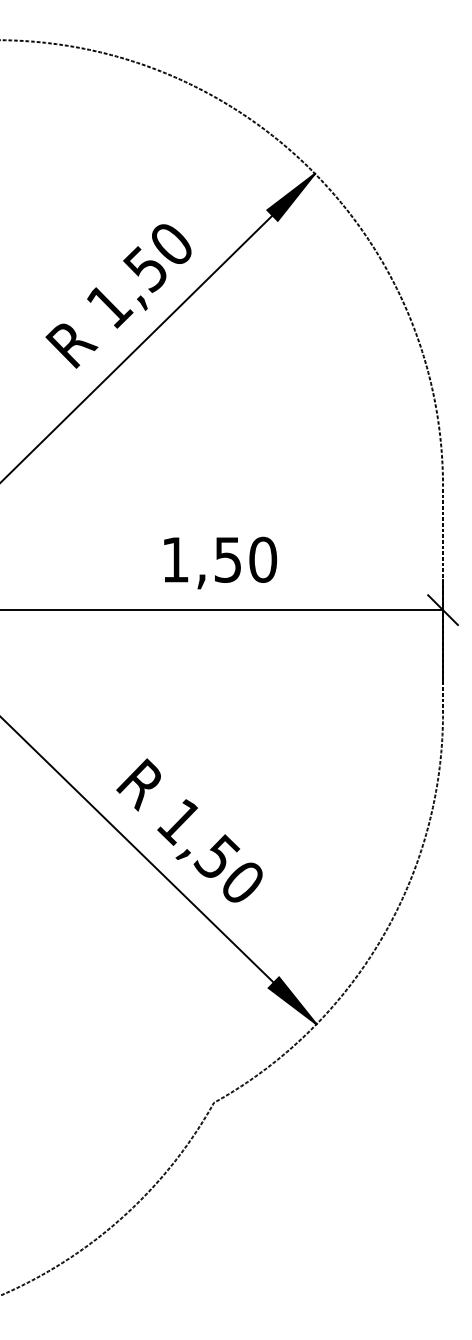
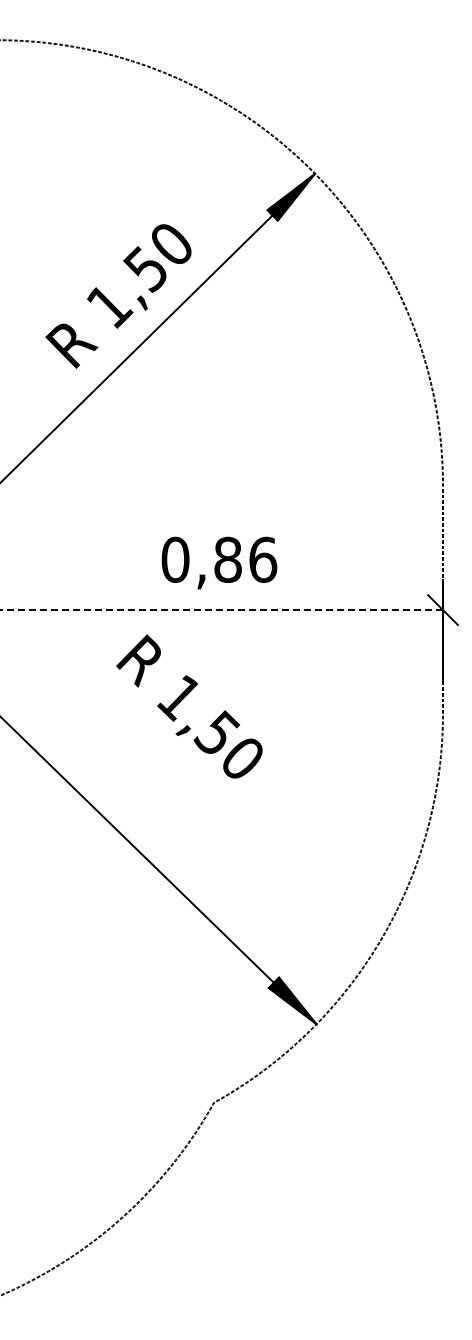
text at (219, 559): 1,50 -> 0,86
line at (222, 610): solid -> dashed
text at (189, 830) position: (189, 830) -> (189, 706)
